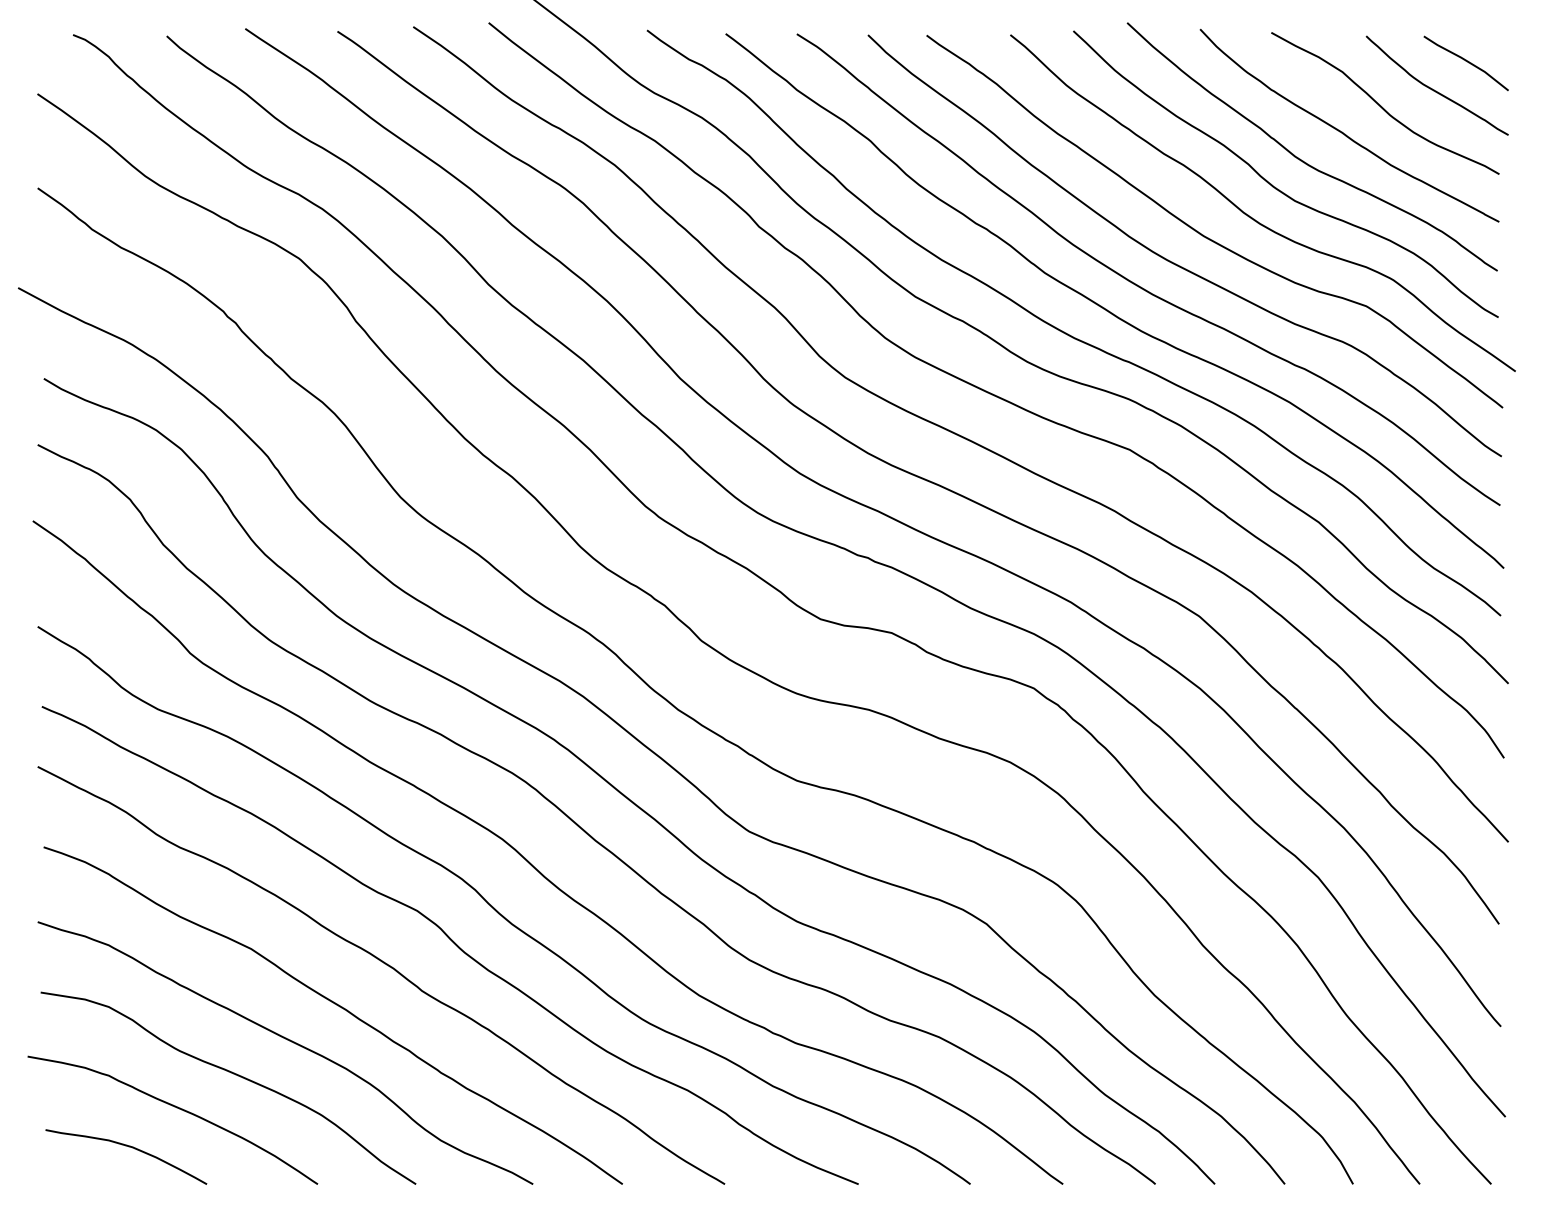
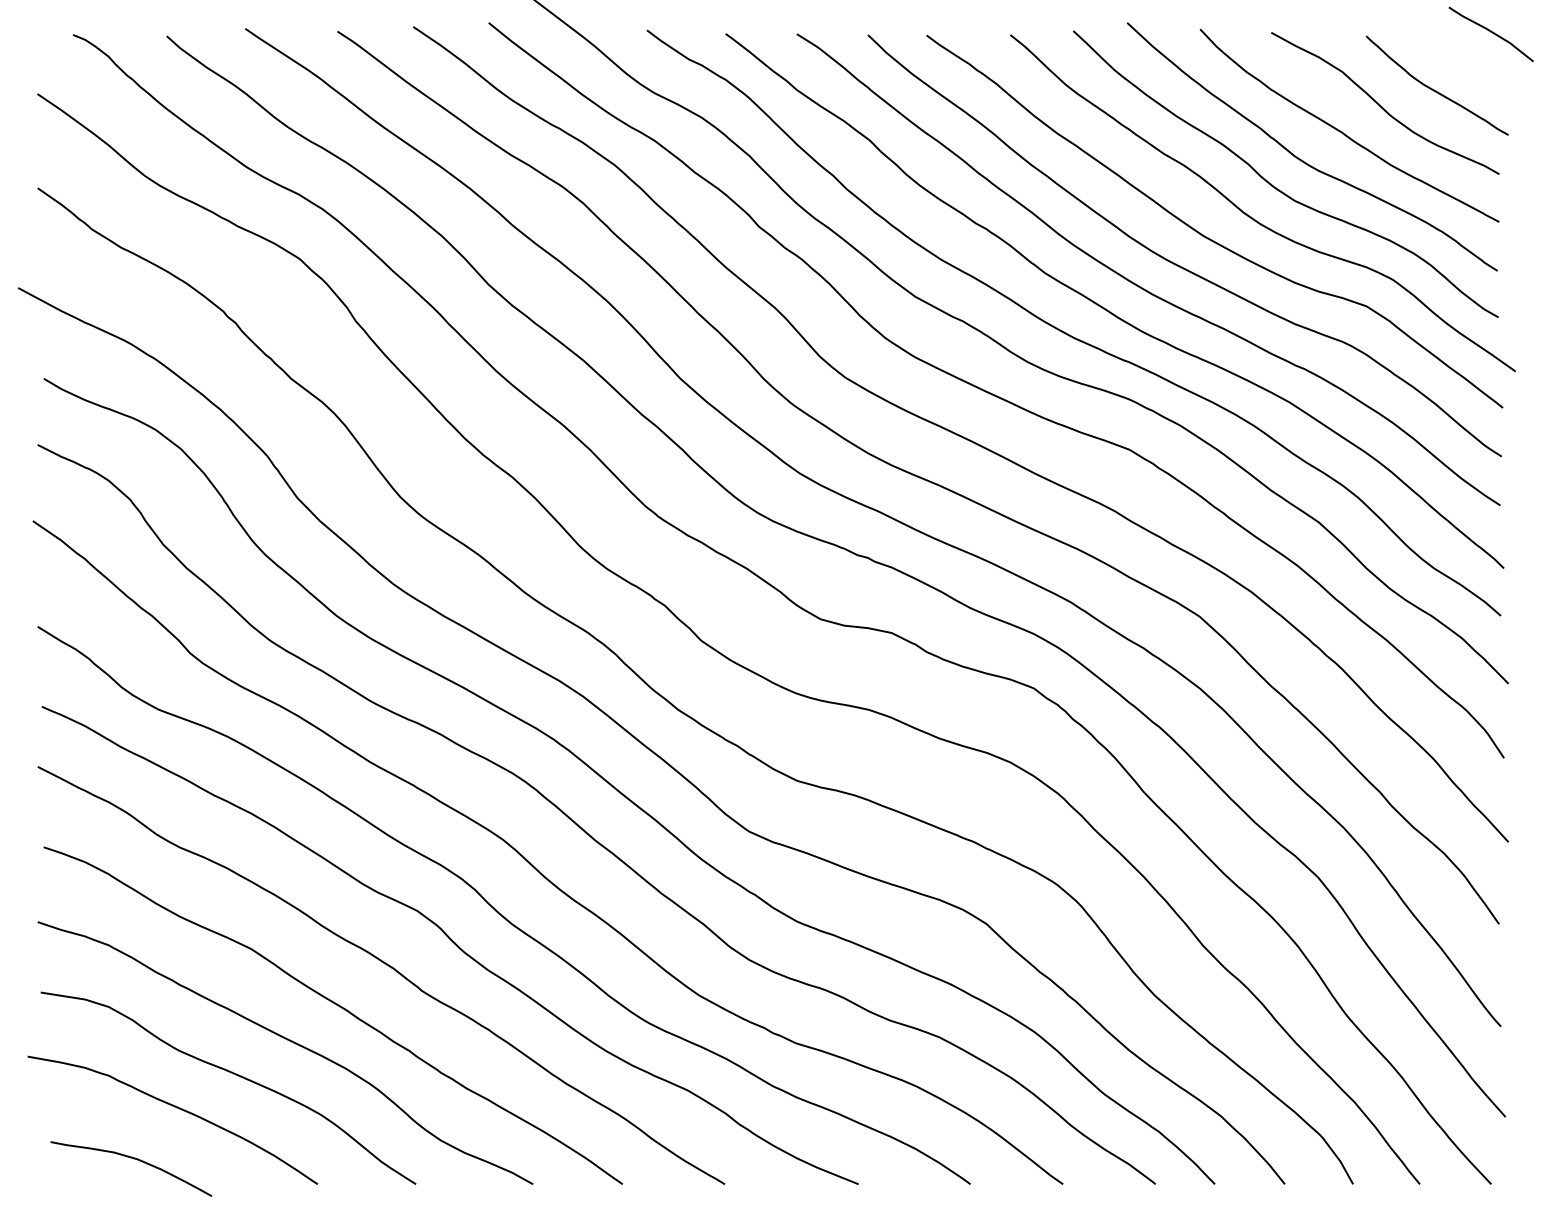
line at (1465, 61) position: (1465, 61) -> (1490, 32)
curve at (128, 1147) position: (128, 1147) -> (133, 1159)
